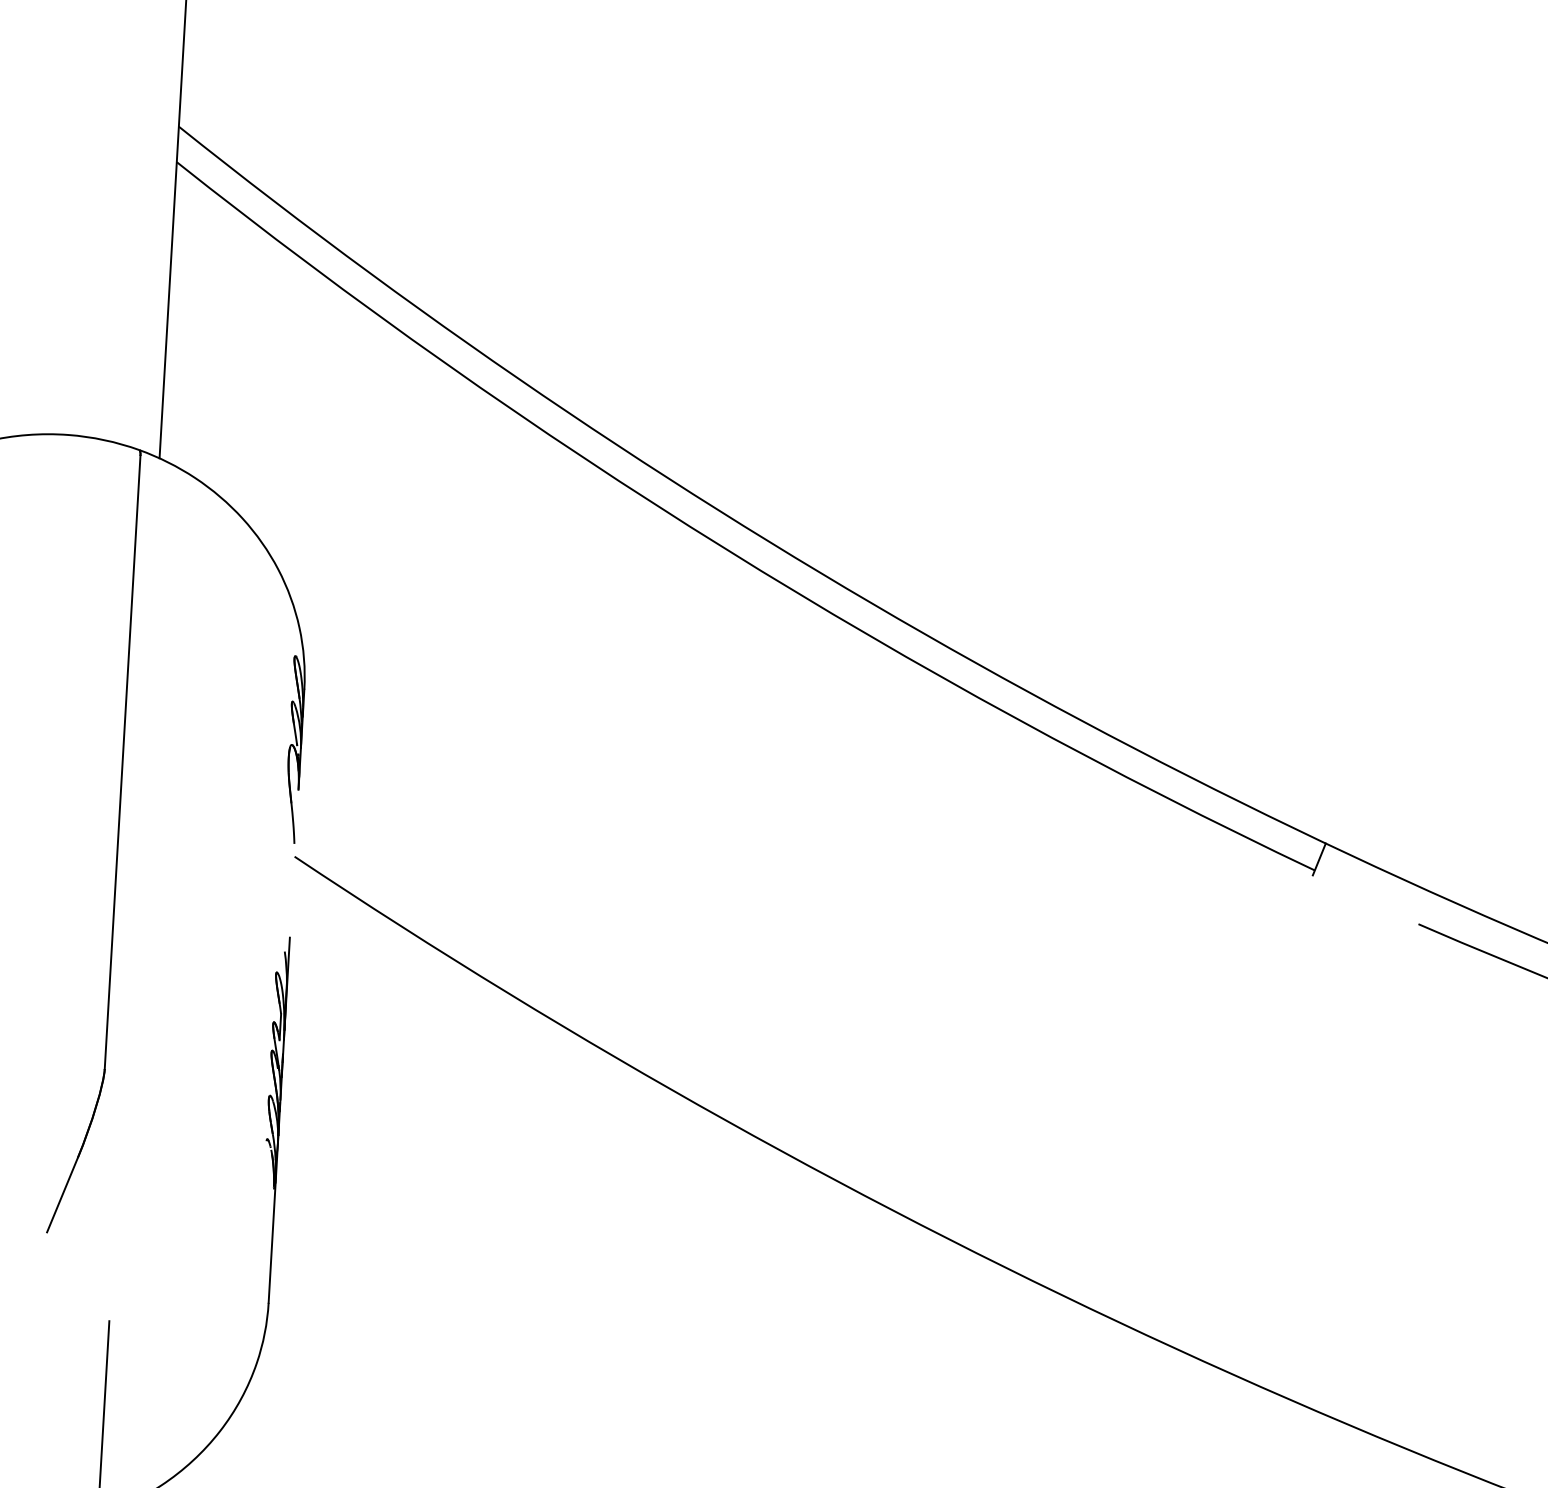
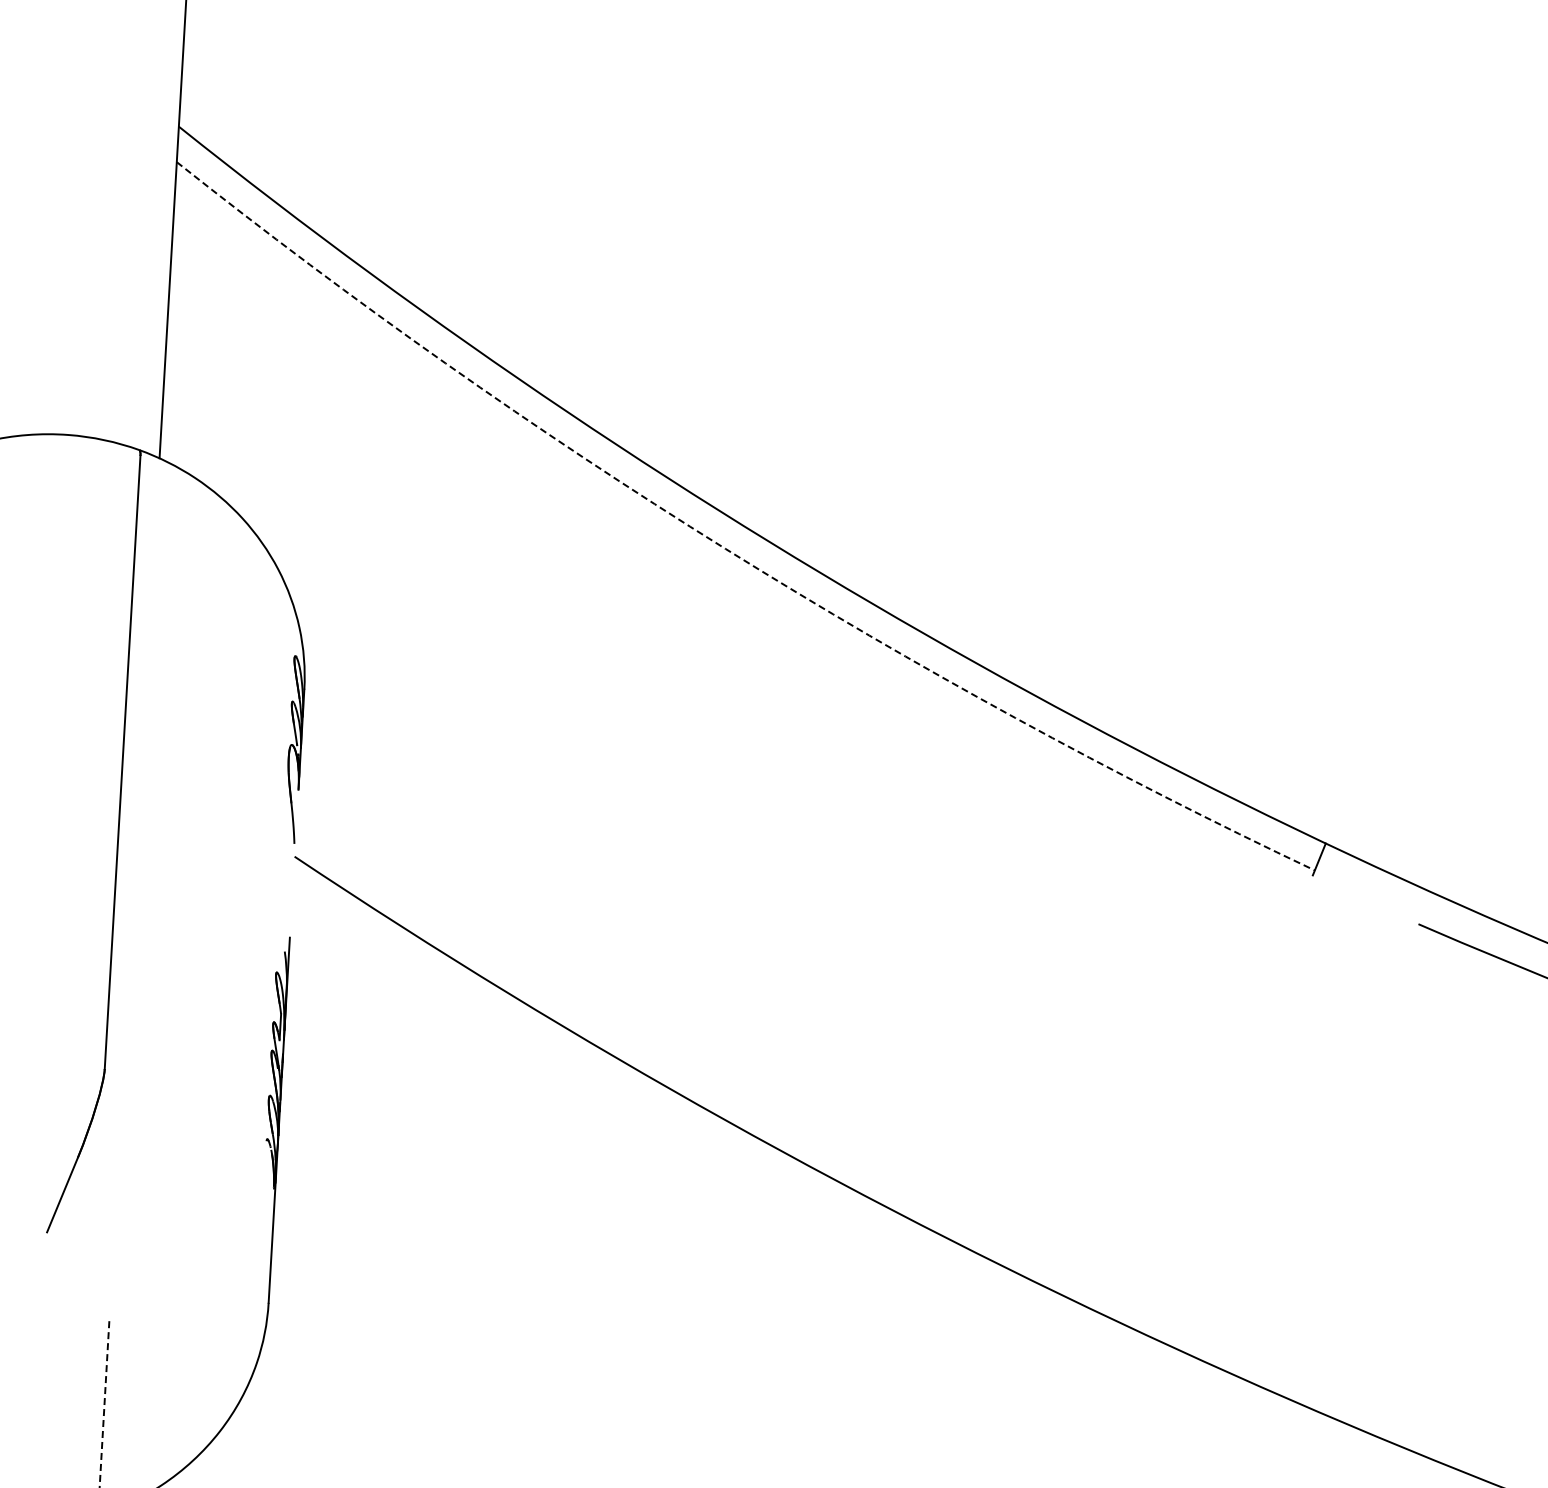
arc at (725, 548): solid -> dashed
line at (104, 1404): solid -> dashed
